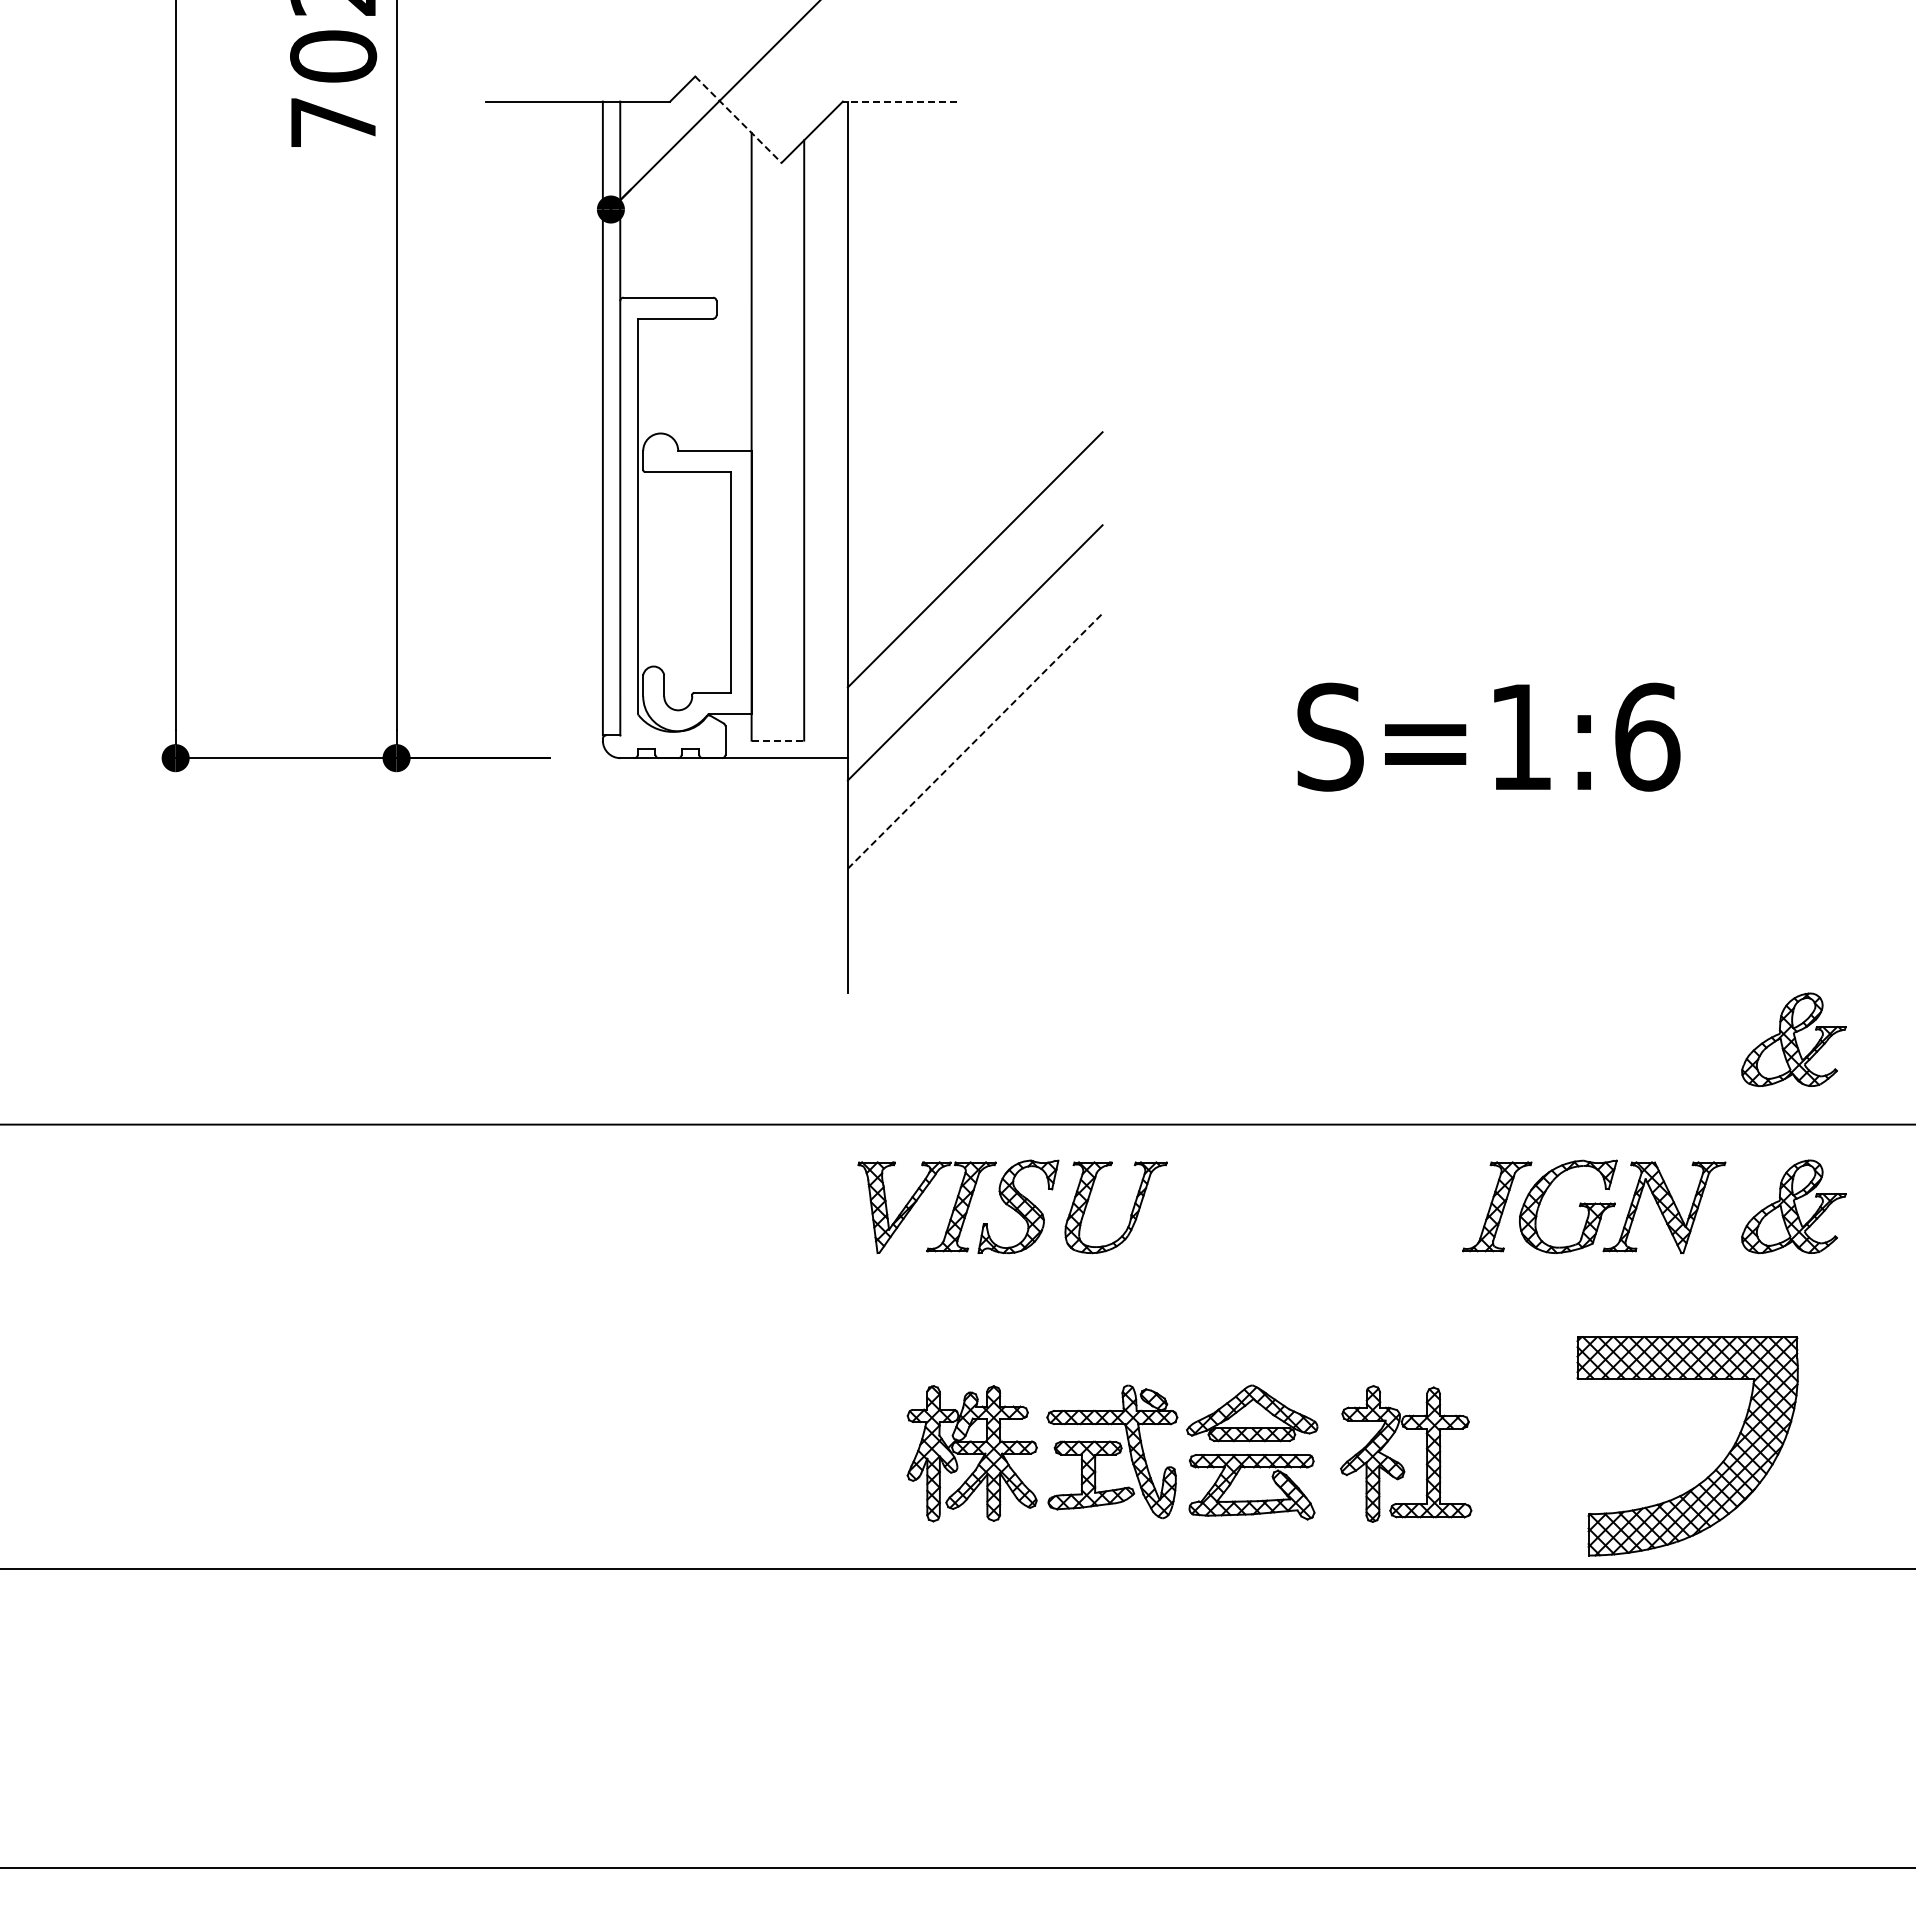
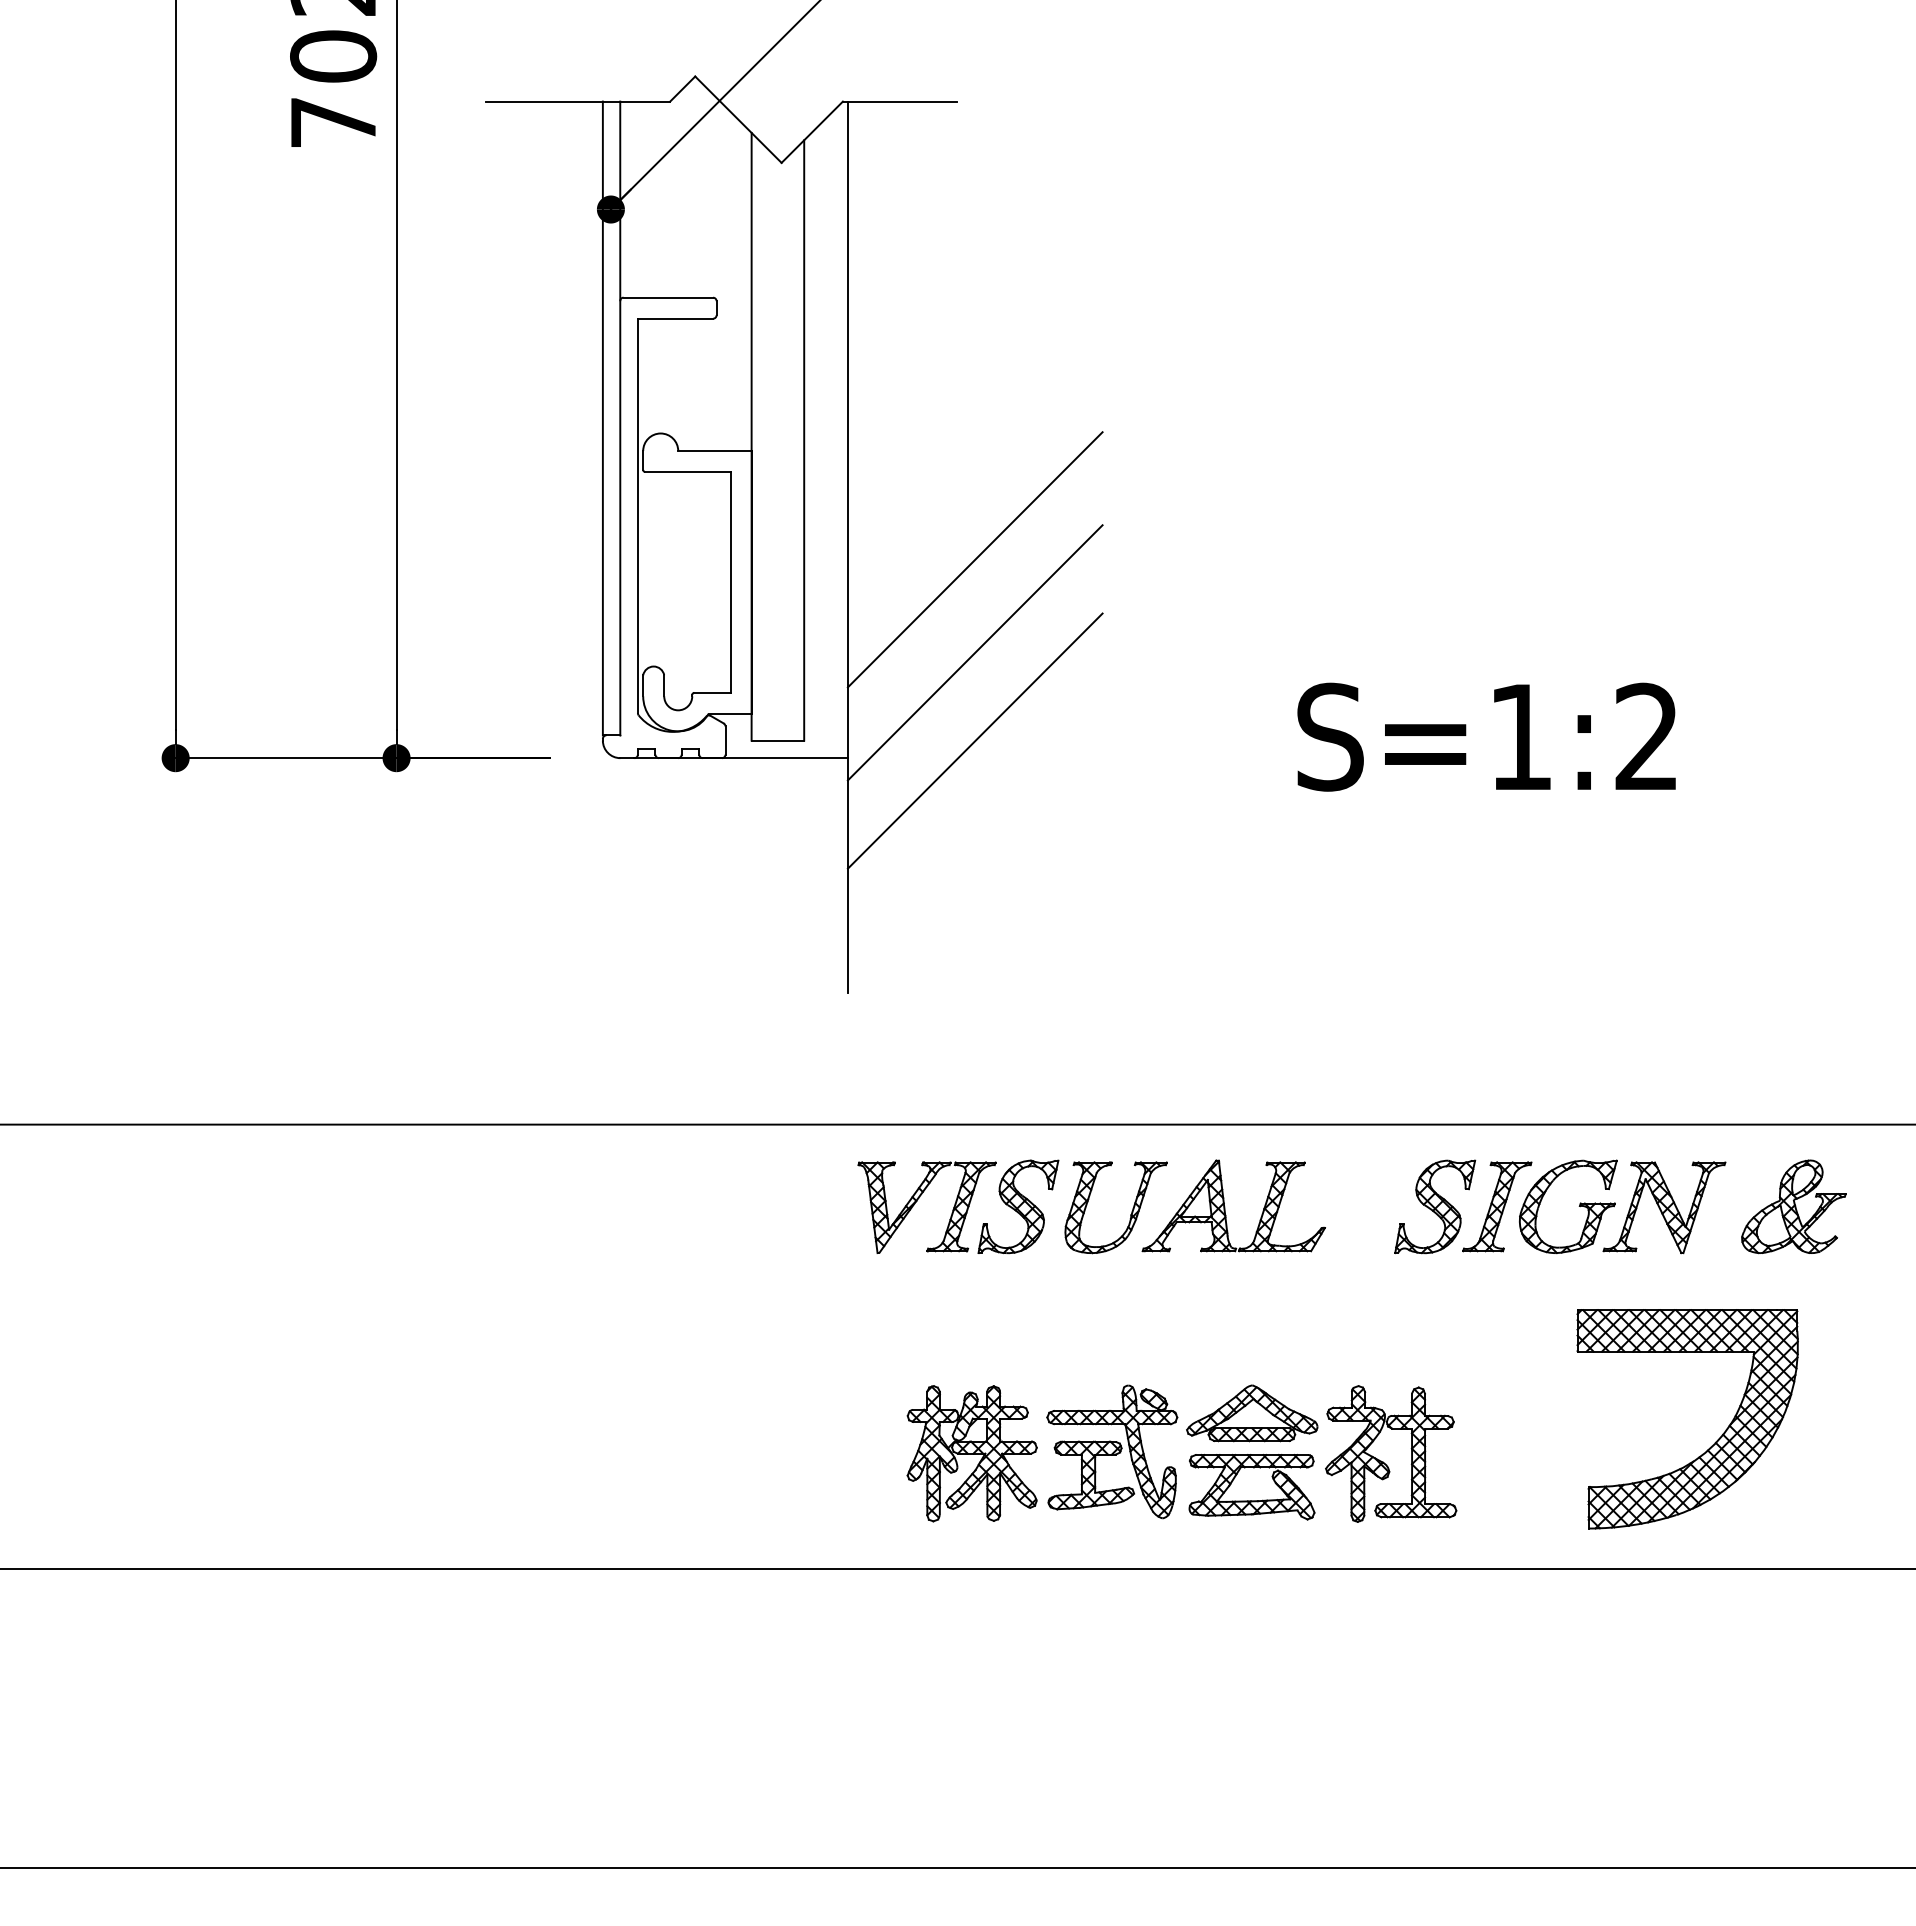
line at (899, 101): dashed -> solid
line at (738, 120): dashed -> solid
text at (1647, 736): S=1:6 -> S=1:2
line at (778, 740): dashed -> solid
line at (975, 740): dashed -> solid
part at (1793, 1039): present -> none
part at (1225, 1206): none -> present
part at (1435, 1206): none -> present
part at (1398, 1461) position: (1398, 1461) -> (1383, 1461)
part at (1711, 1472) position: (1711, 1472) -> (1711, 1445)
